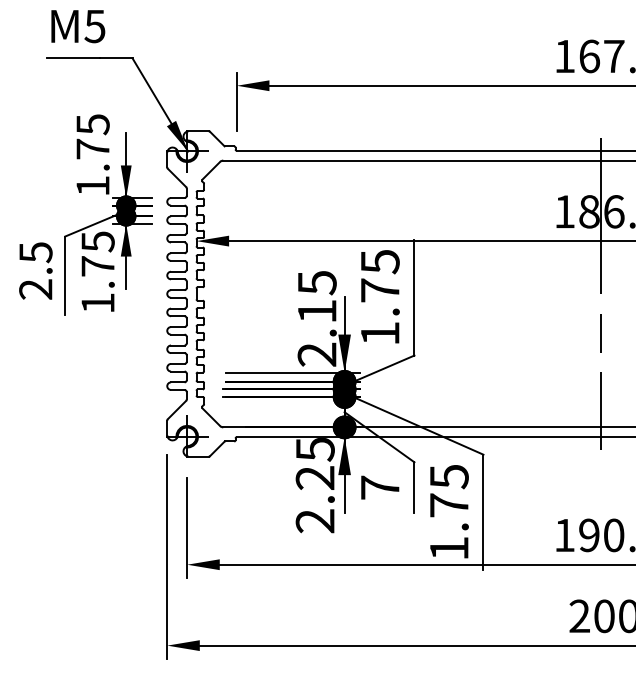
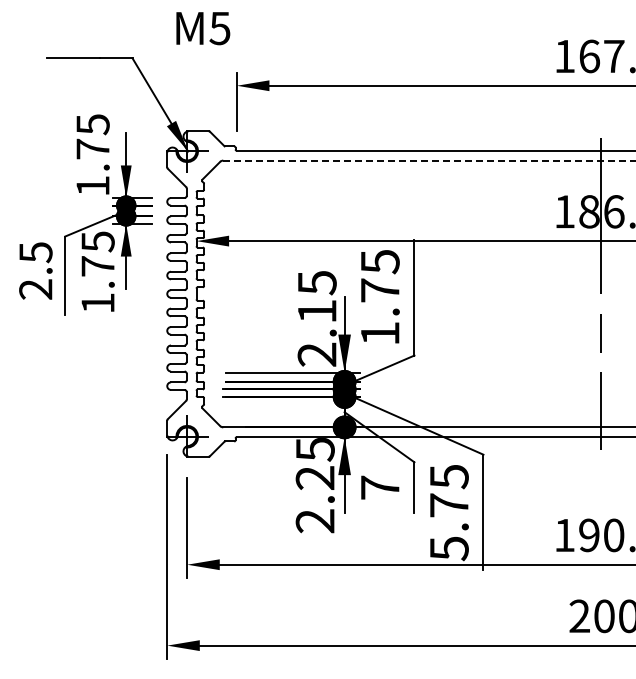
text at (78, 26) position: (78, 26) -> (203, 28)
line at (429, 160): solid -> dashed
text at (449, 548): 1.75 -> 5.75
